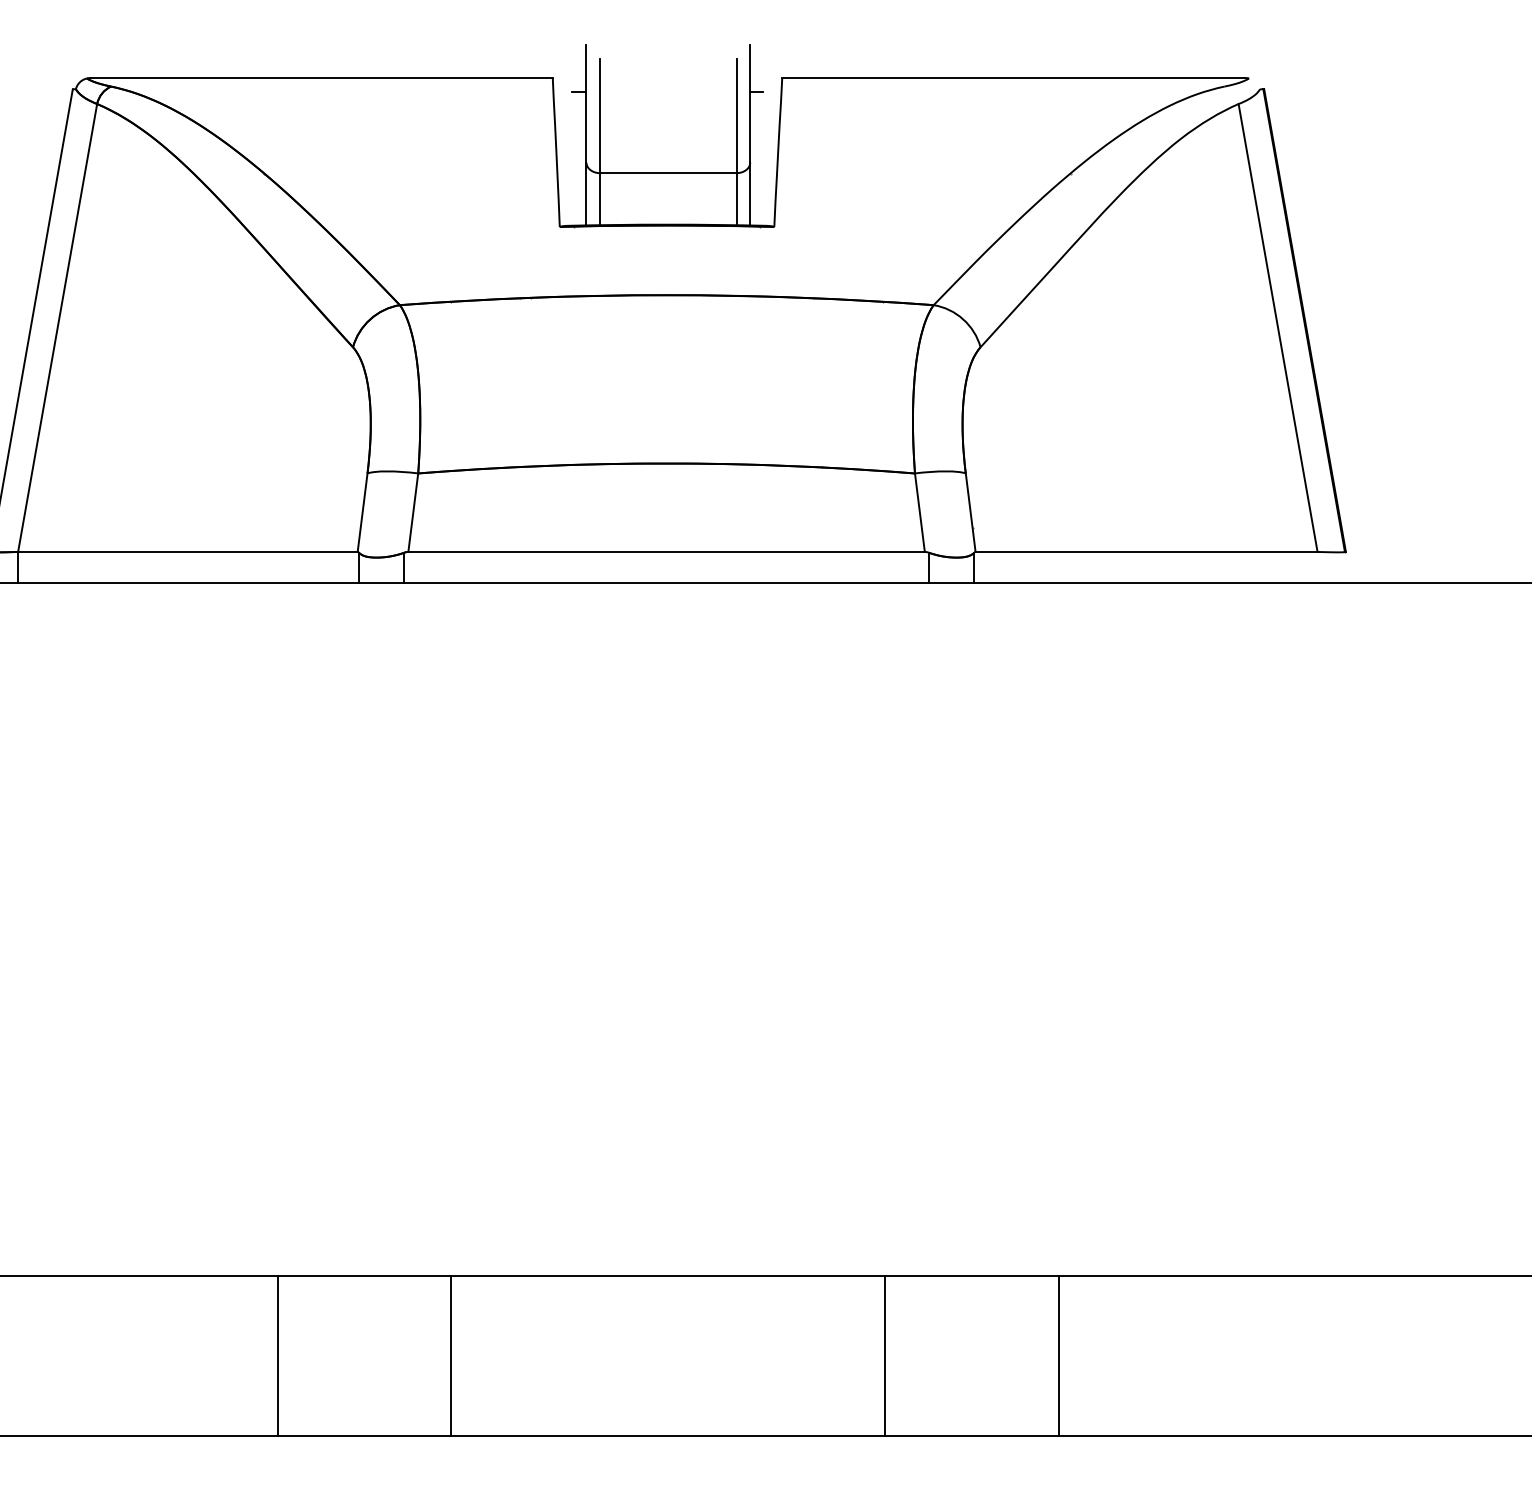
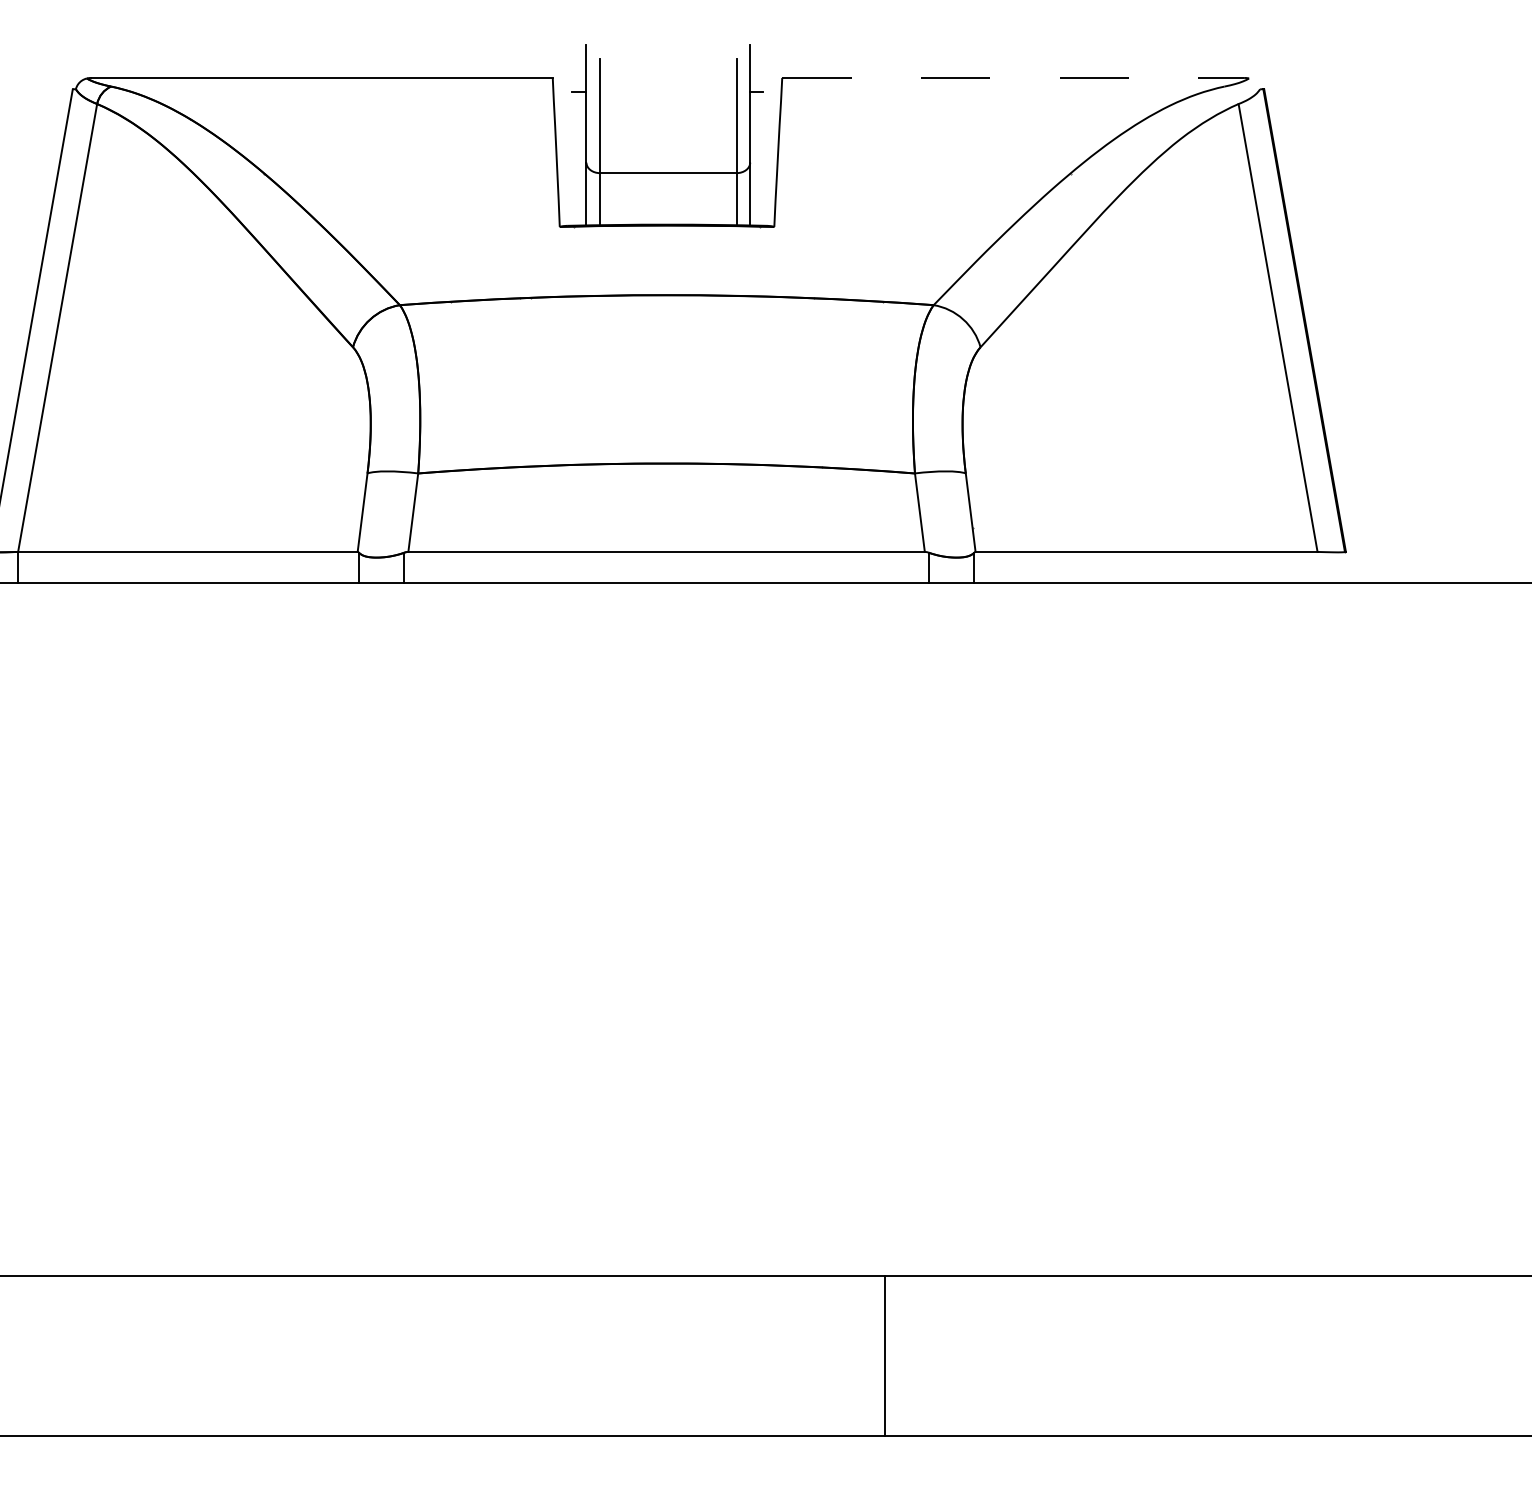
line at (1013, 77): solid -> dashed
line at (277, 1355): present -> none
line at (451, 1355): present -> none
line at (1058, 1355): present -> none
